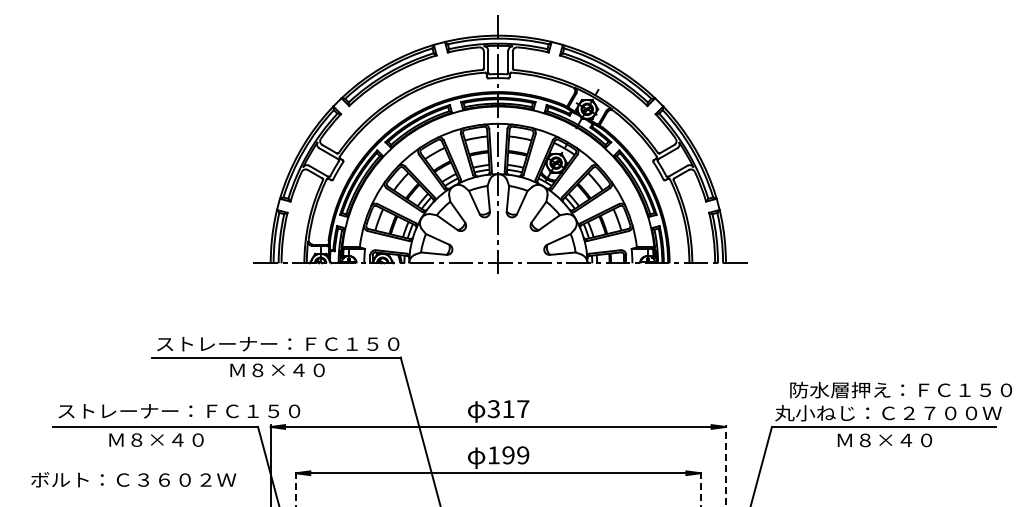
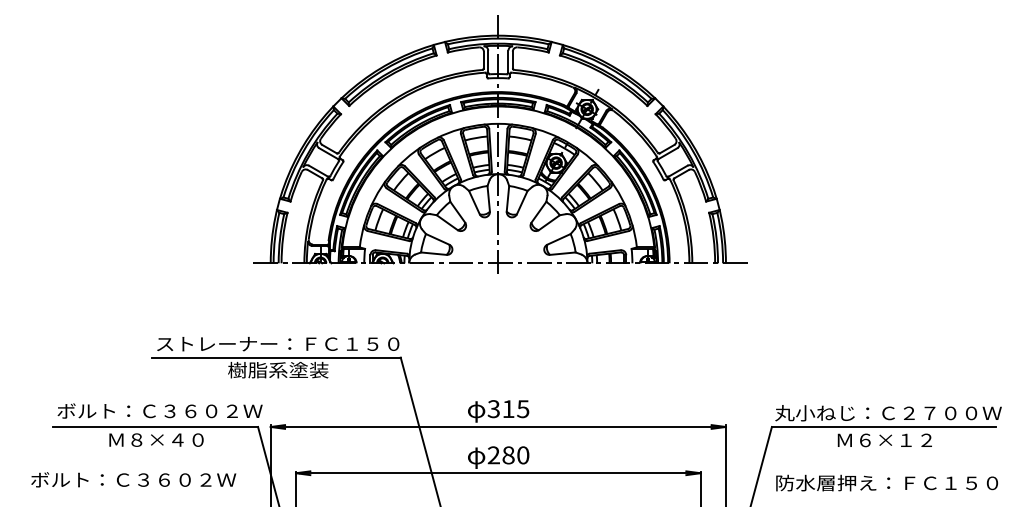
text at (278, 369): Ｍ８×４０ -> 樹脂系塗装
text at (900, 389) position: (900, 389) -> (886, 482)
text at (523, 409): 317 -> 315
text at (178, 410): ストレーナー：ＦＣ１５０ -> ボルト：Ｃ３６０２Ｗ
text at (896, 440): Ｍ８×４０ -> Ｍ６×１２
text at (508, 455): 199 -> 280
line at (725, 465): dashed -> solid
line at (296, 489): dashed -> solid
line at (700, 489): dashed -> solid
